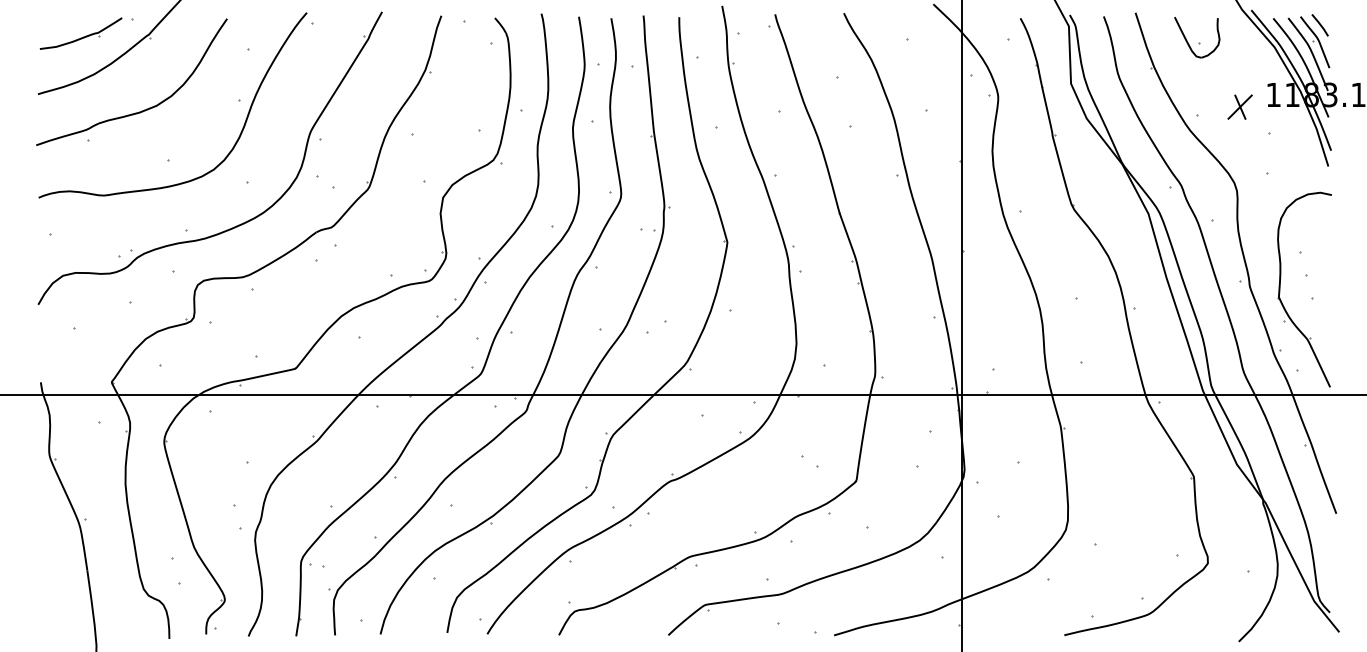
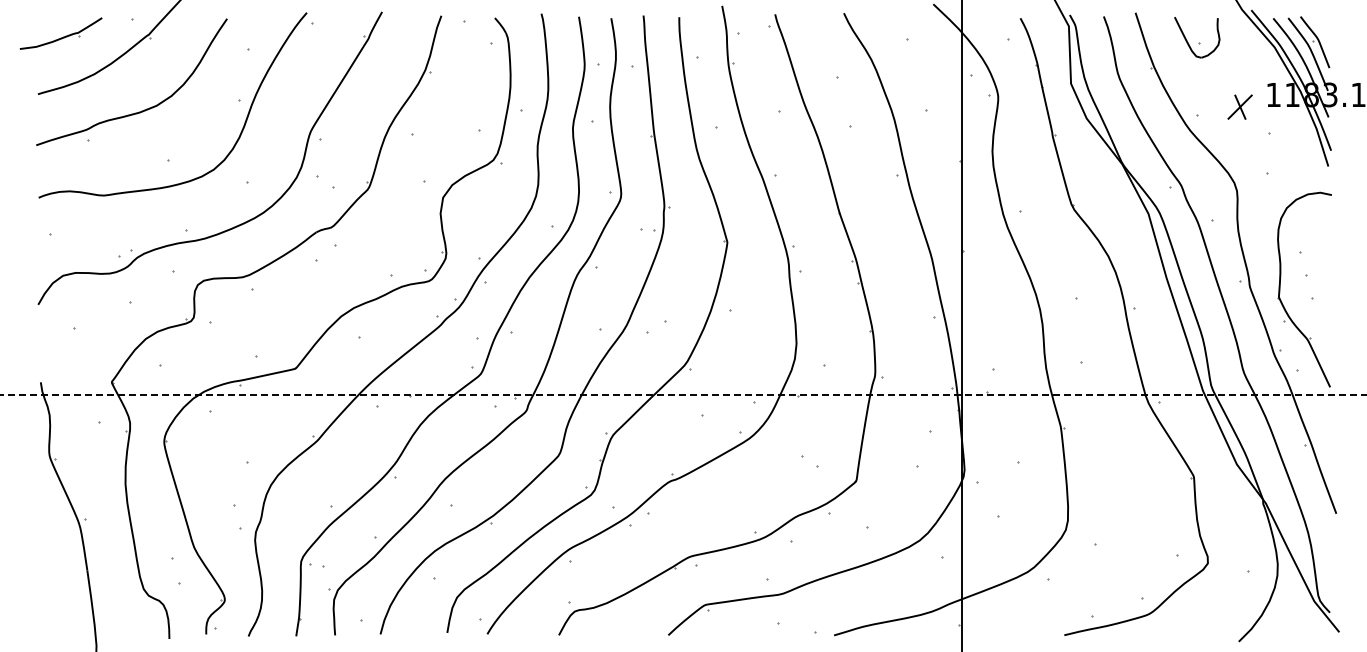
line at (1319, 25): present -> none
part at (80, 33) position: (80, 33) -> (60, 33)
line at (683, 395): solid -> dashed
